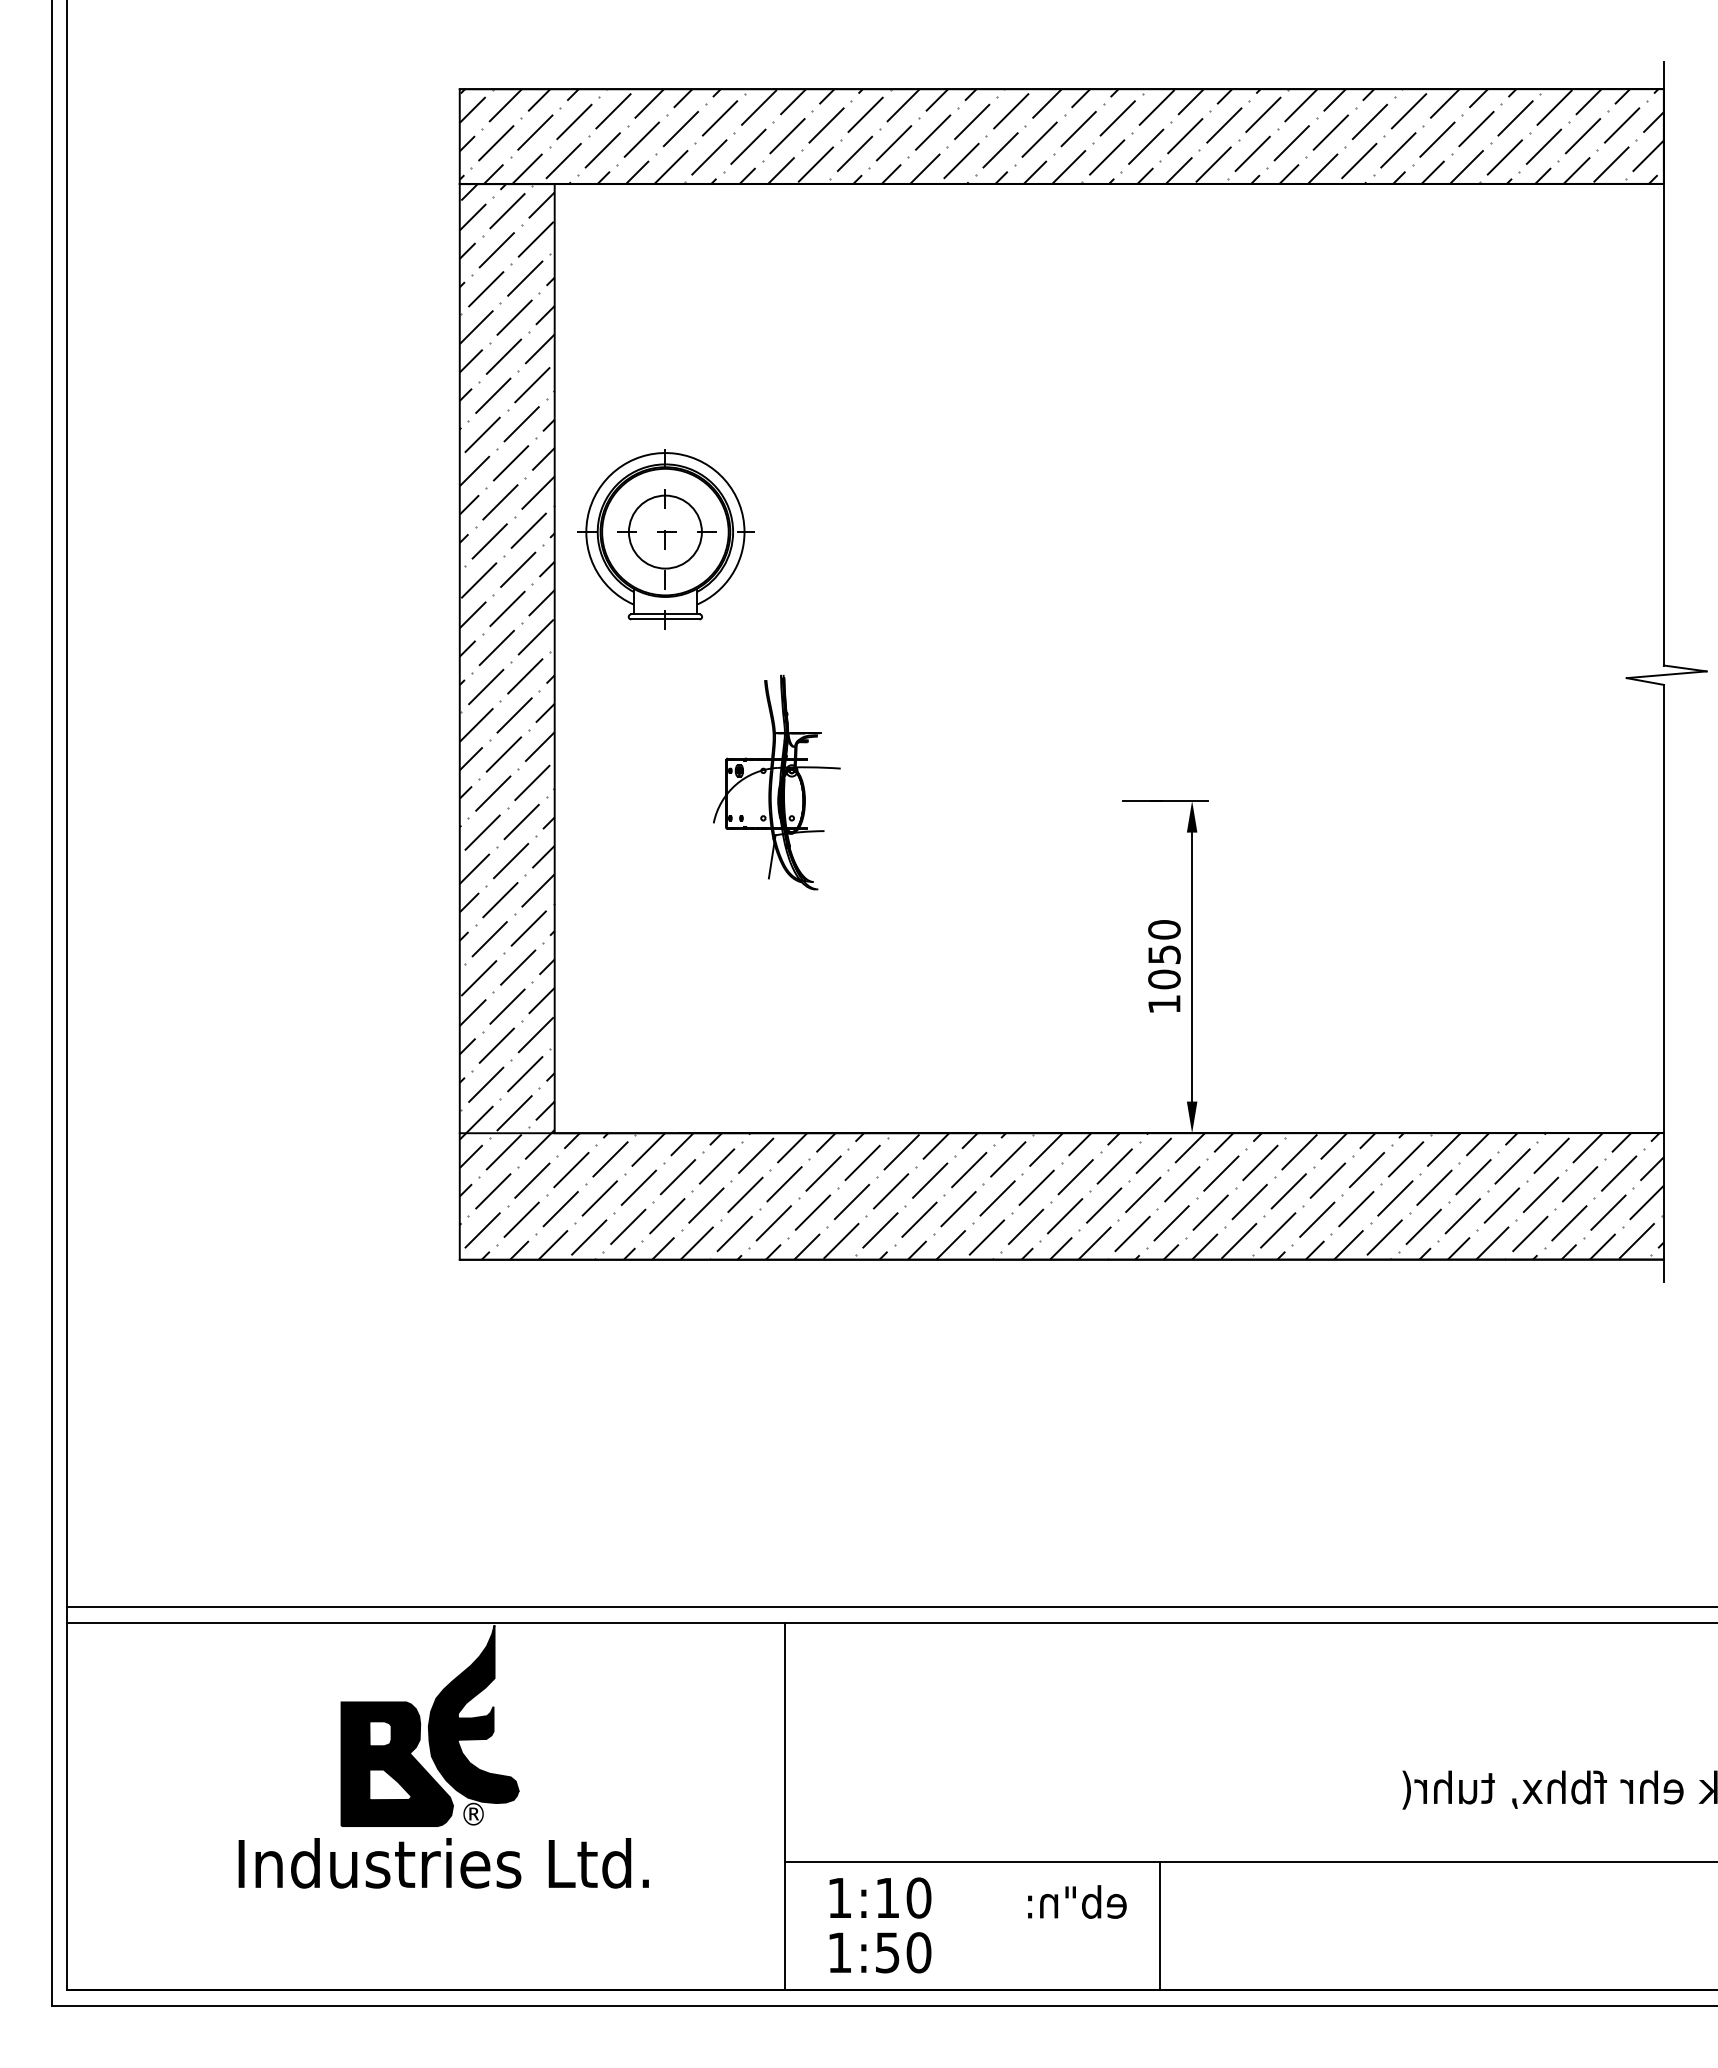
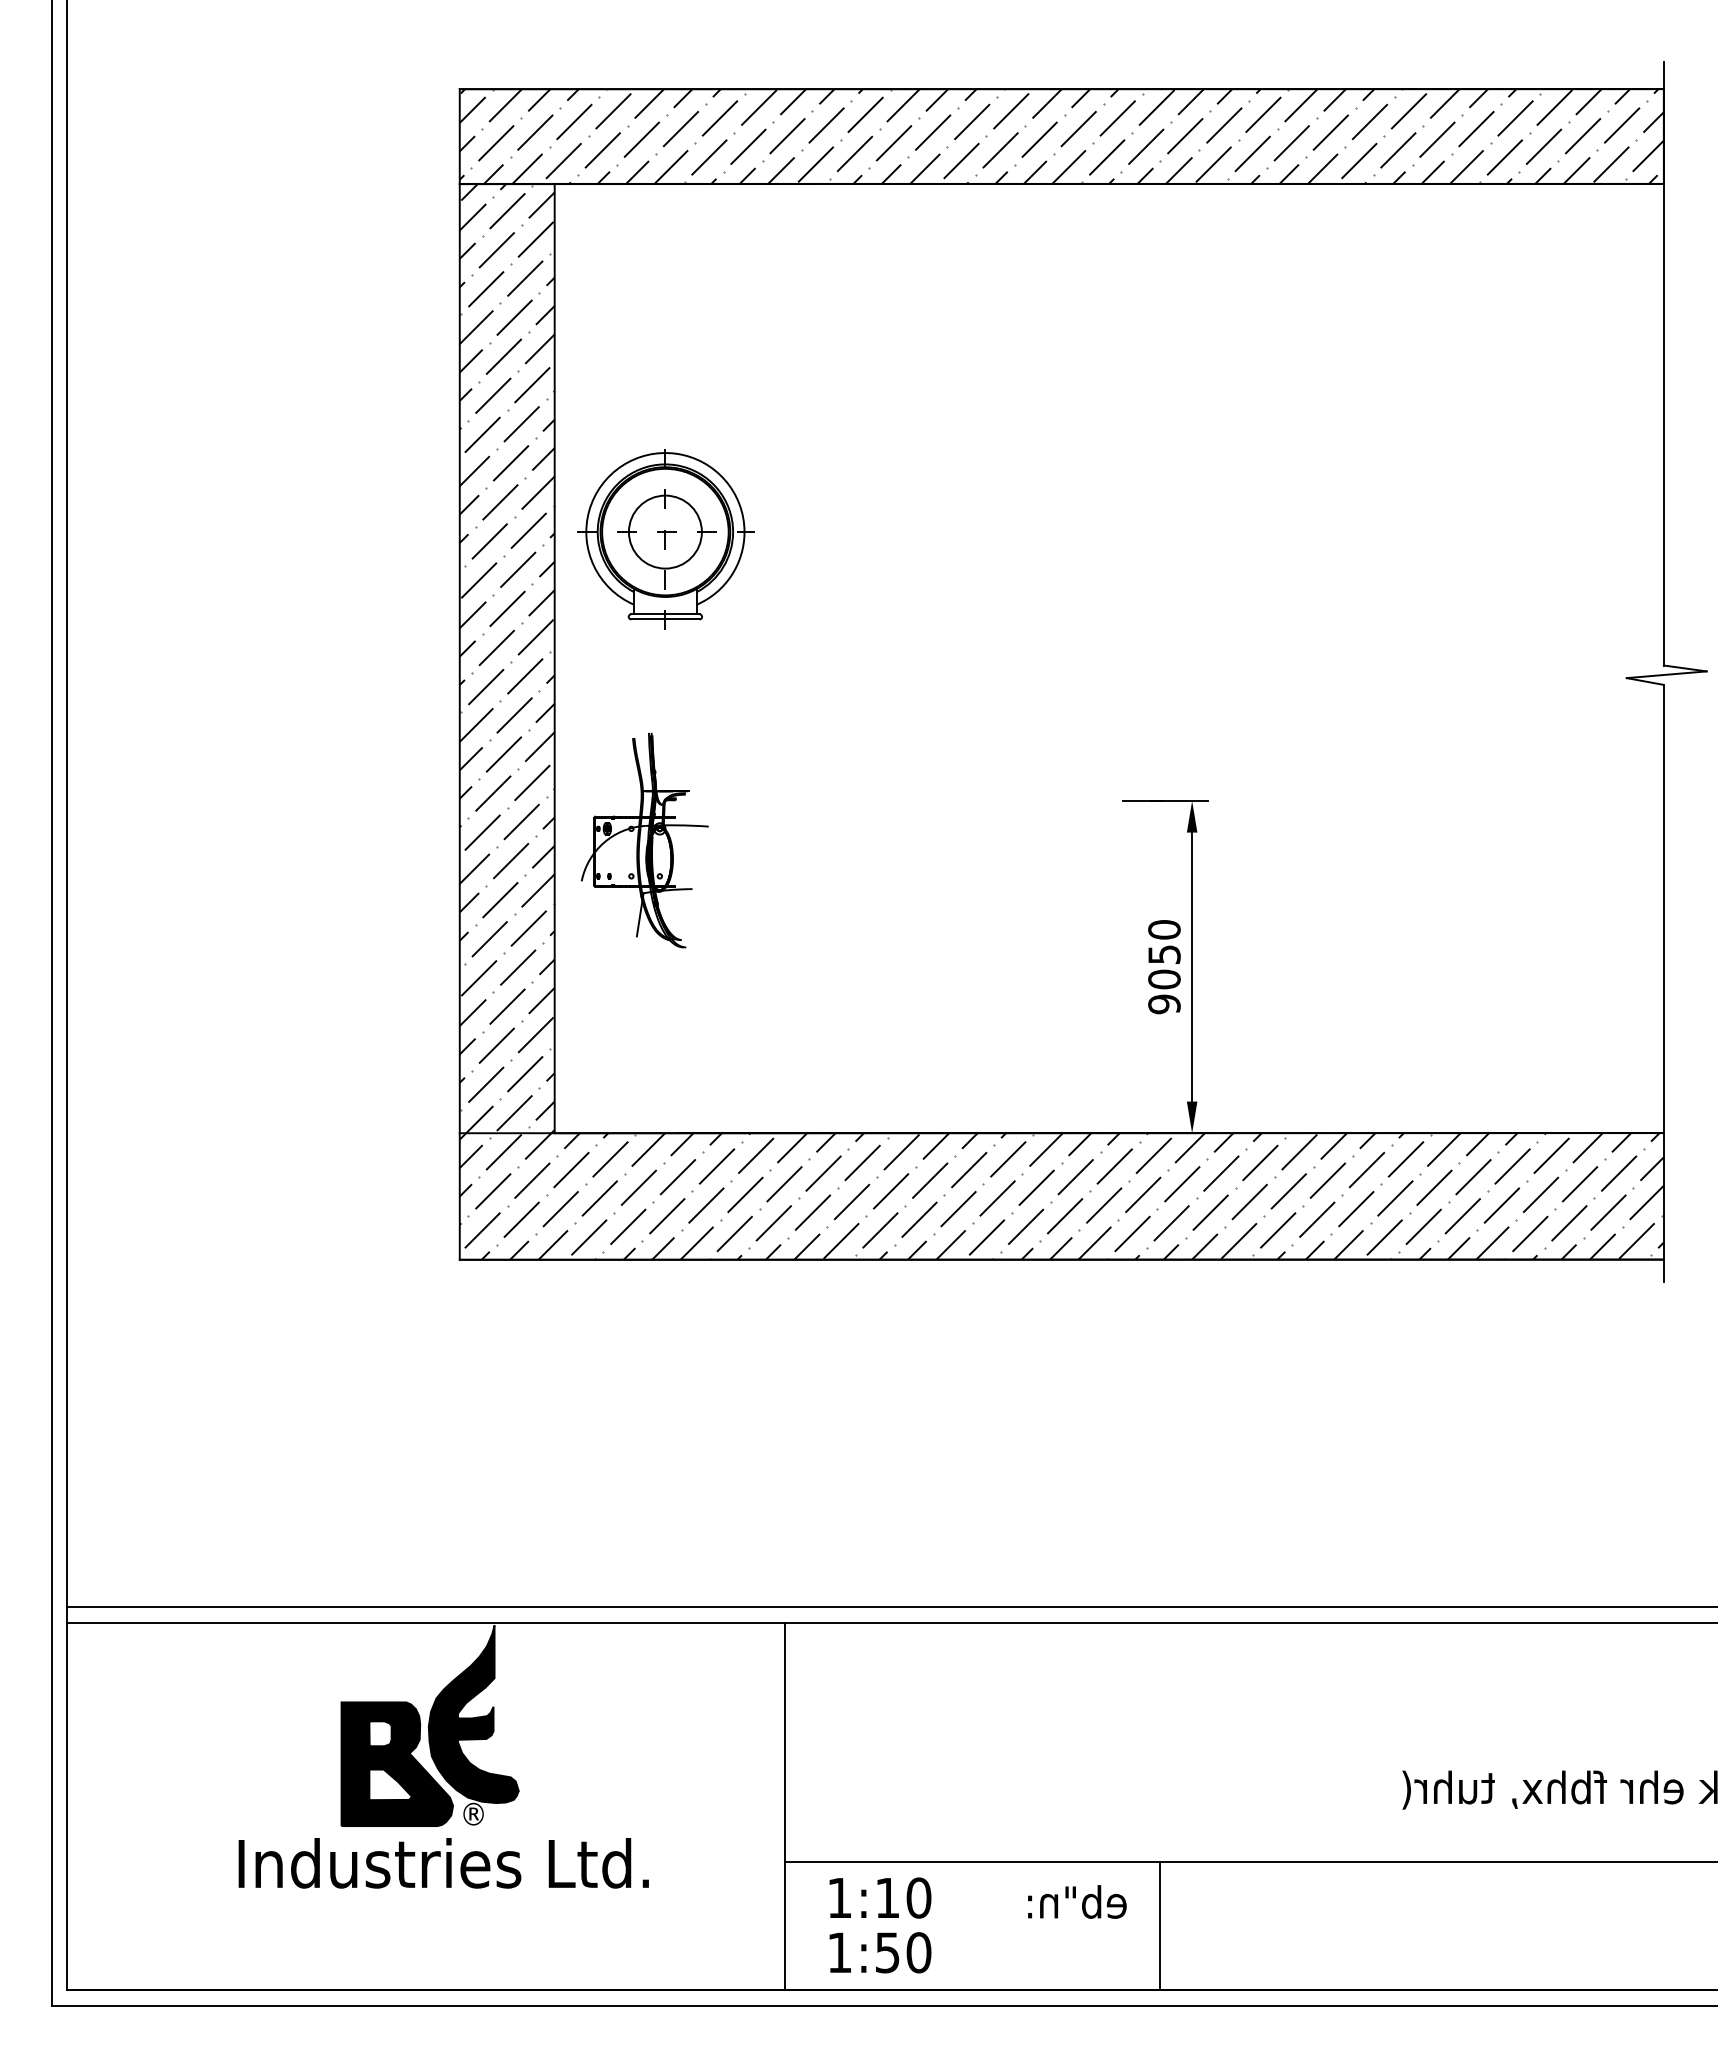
part at (776, 782) position: (776, 782) -> (644, 840)
text at (1164, 1004): 1050 -> 9050
